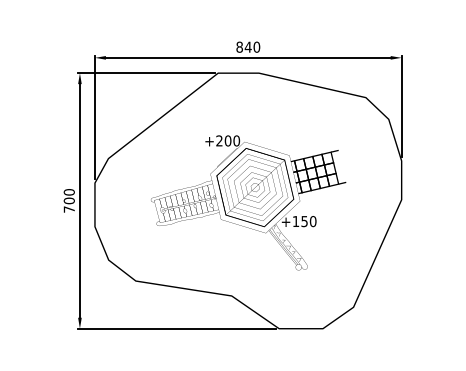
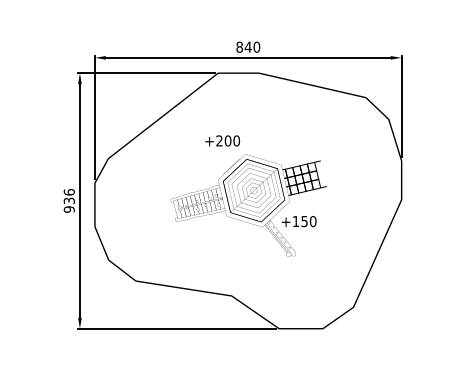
text at (68, 200): 700 -> 936
part at (248, 202) size: 196x136 px -> 157x115 px
